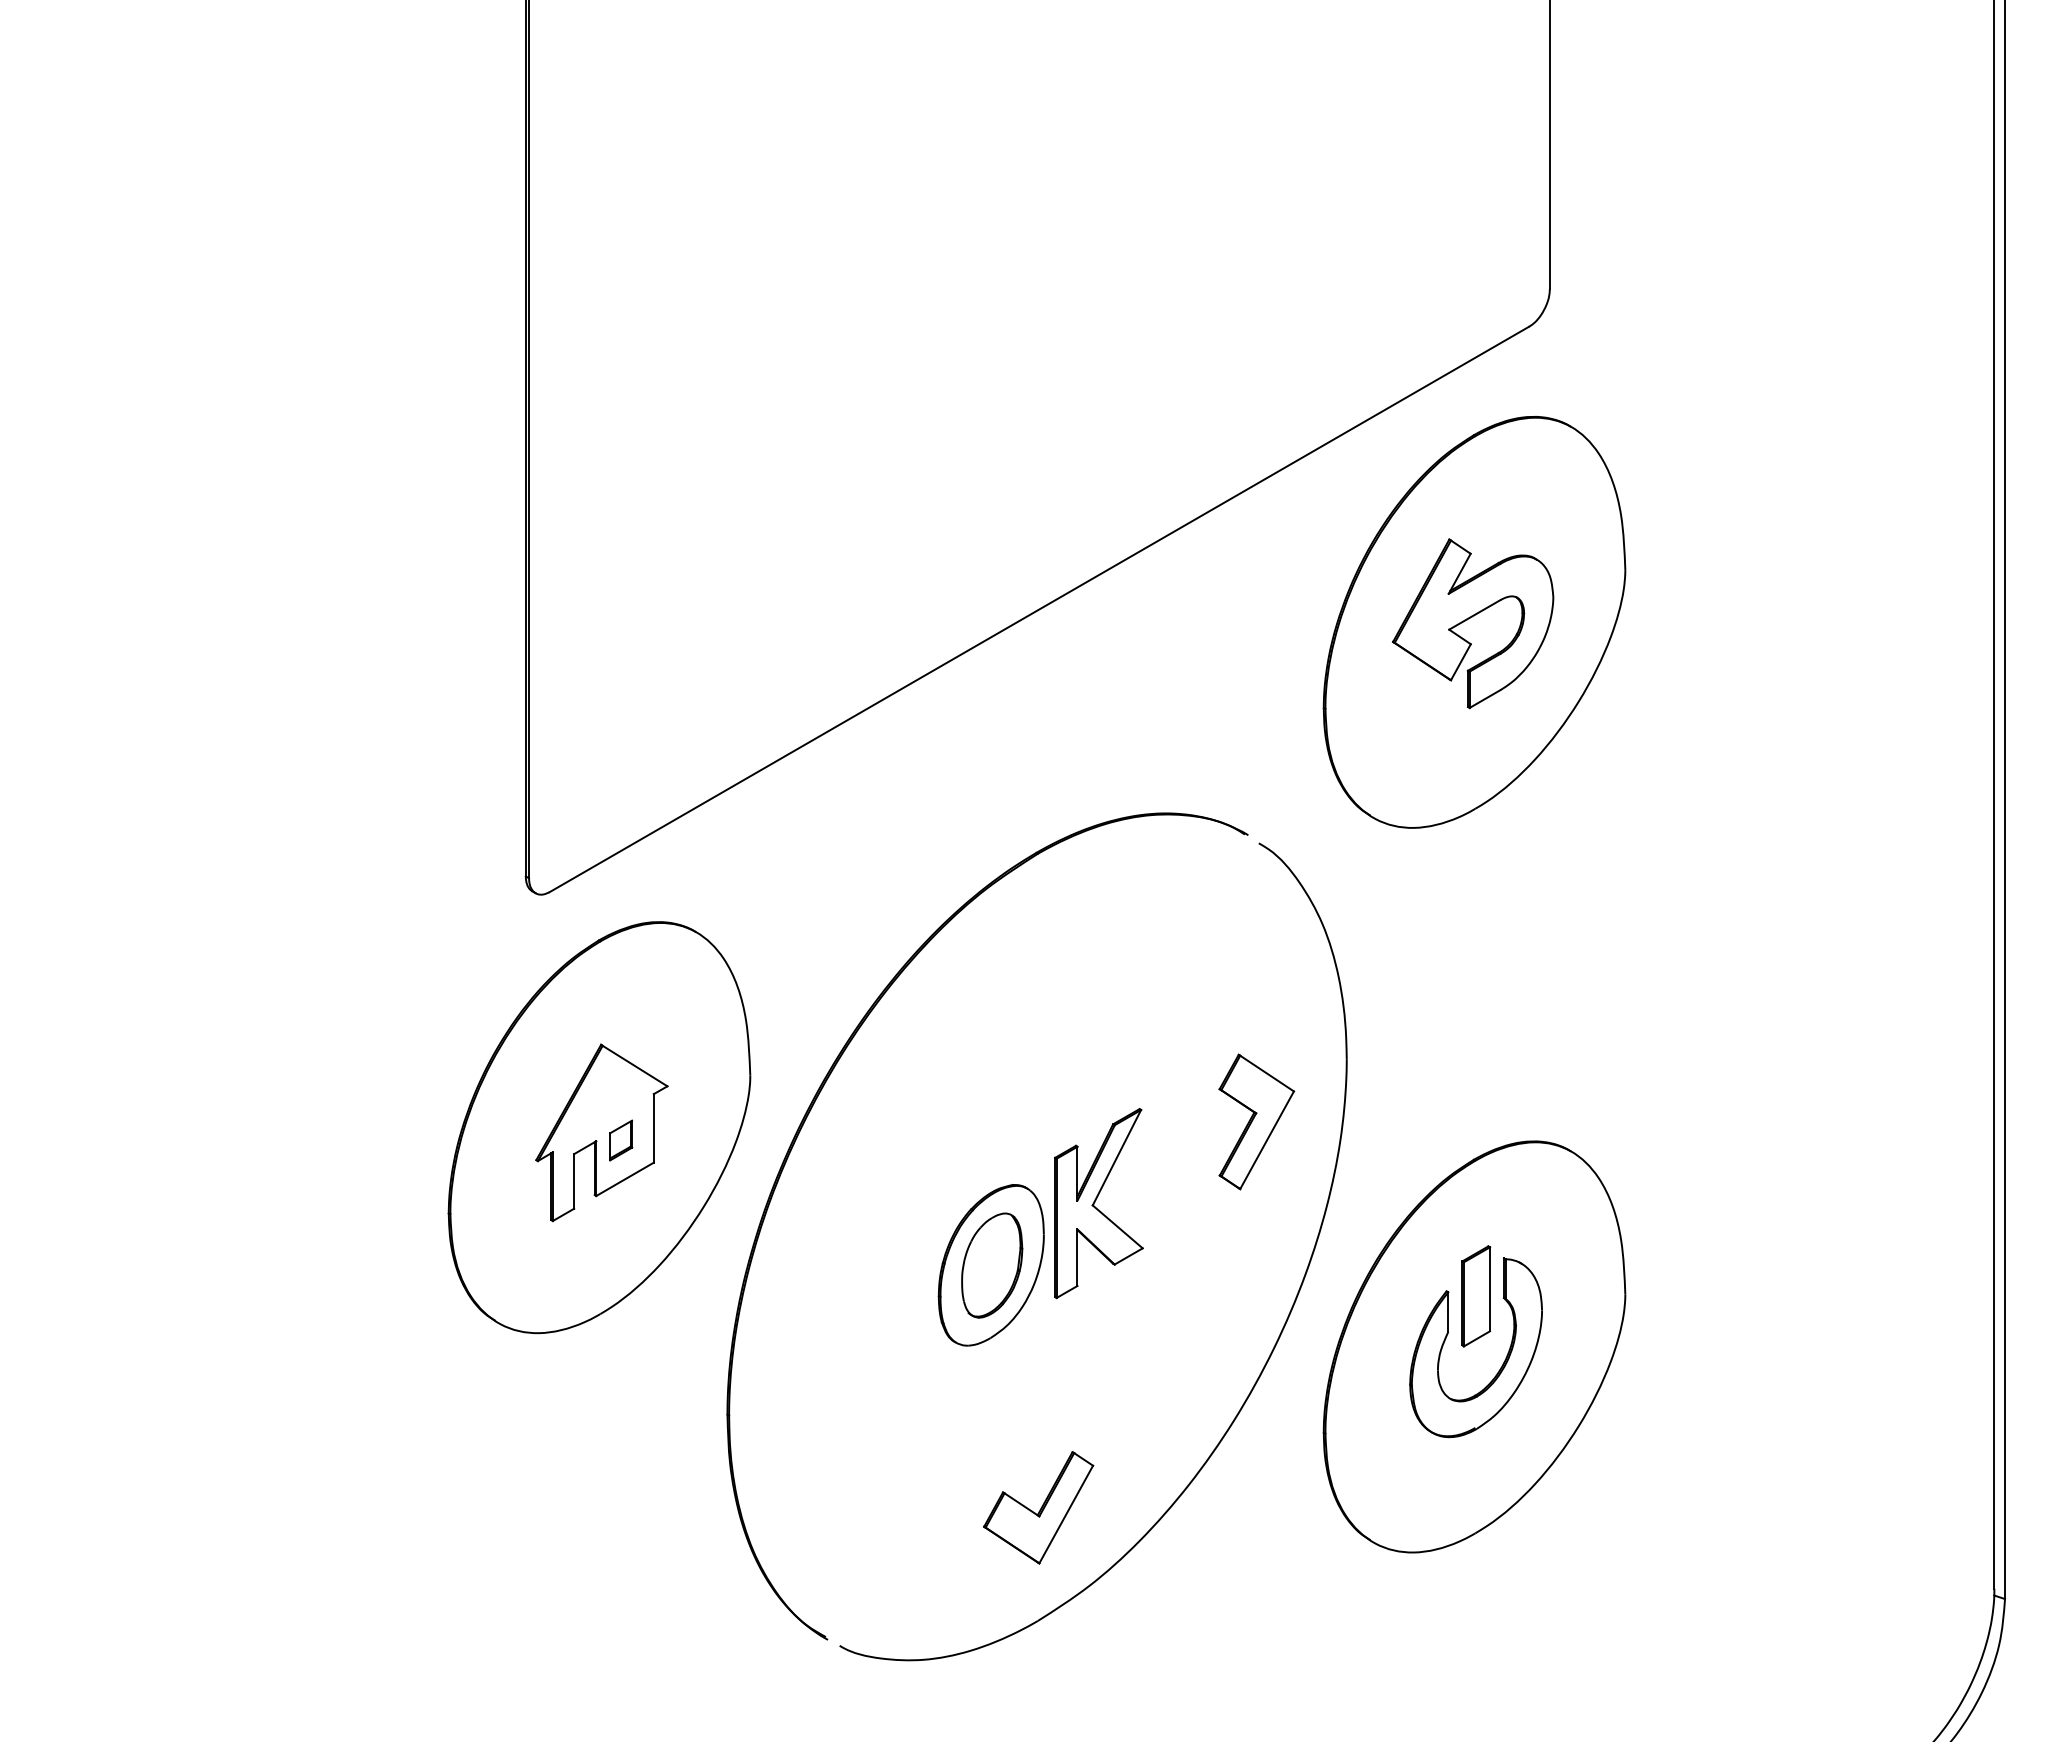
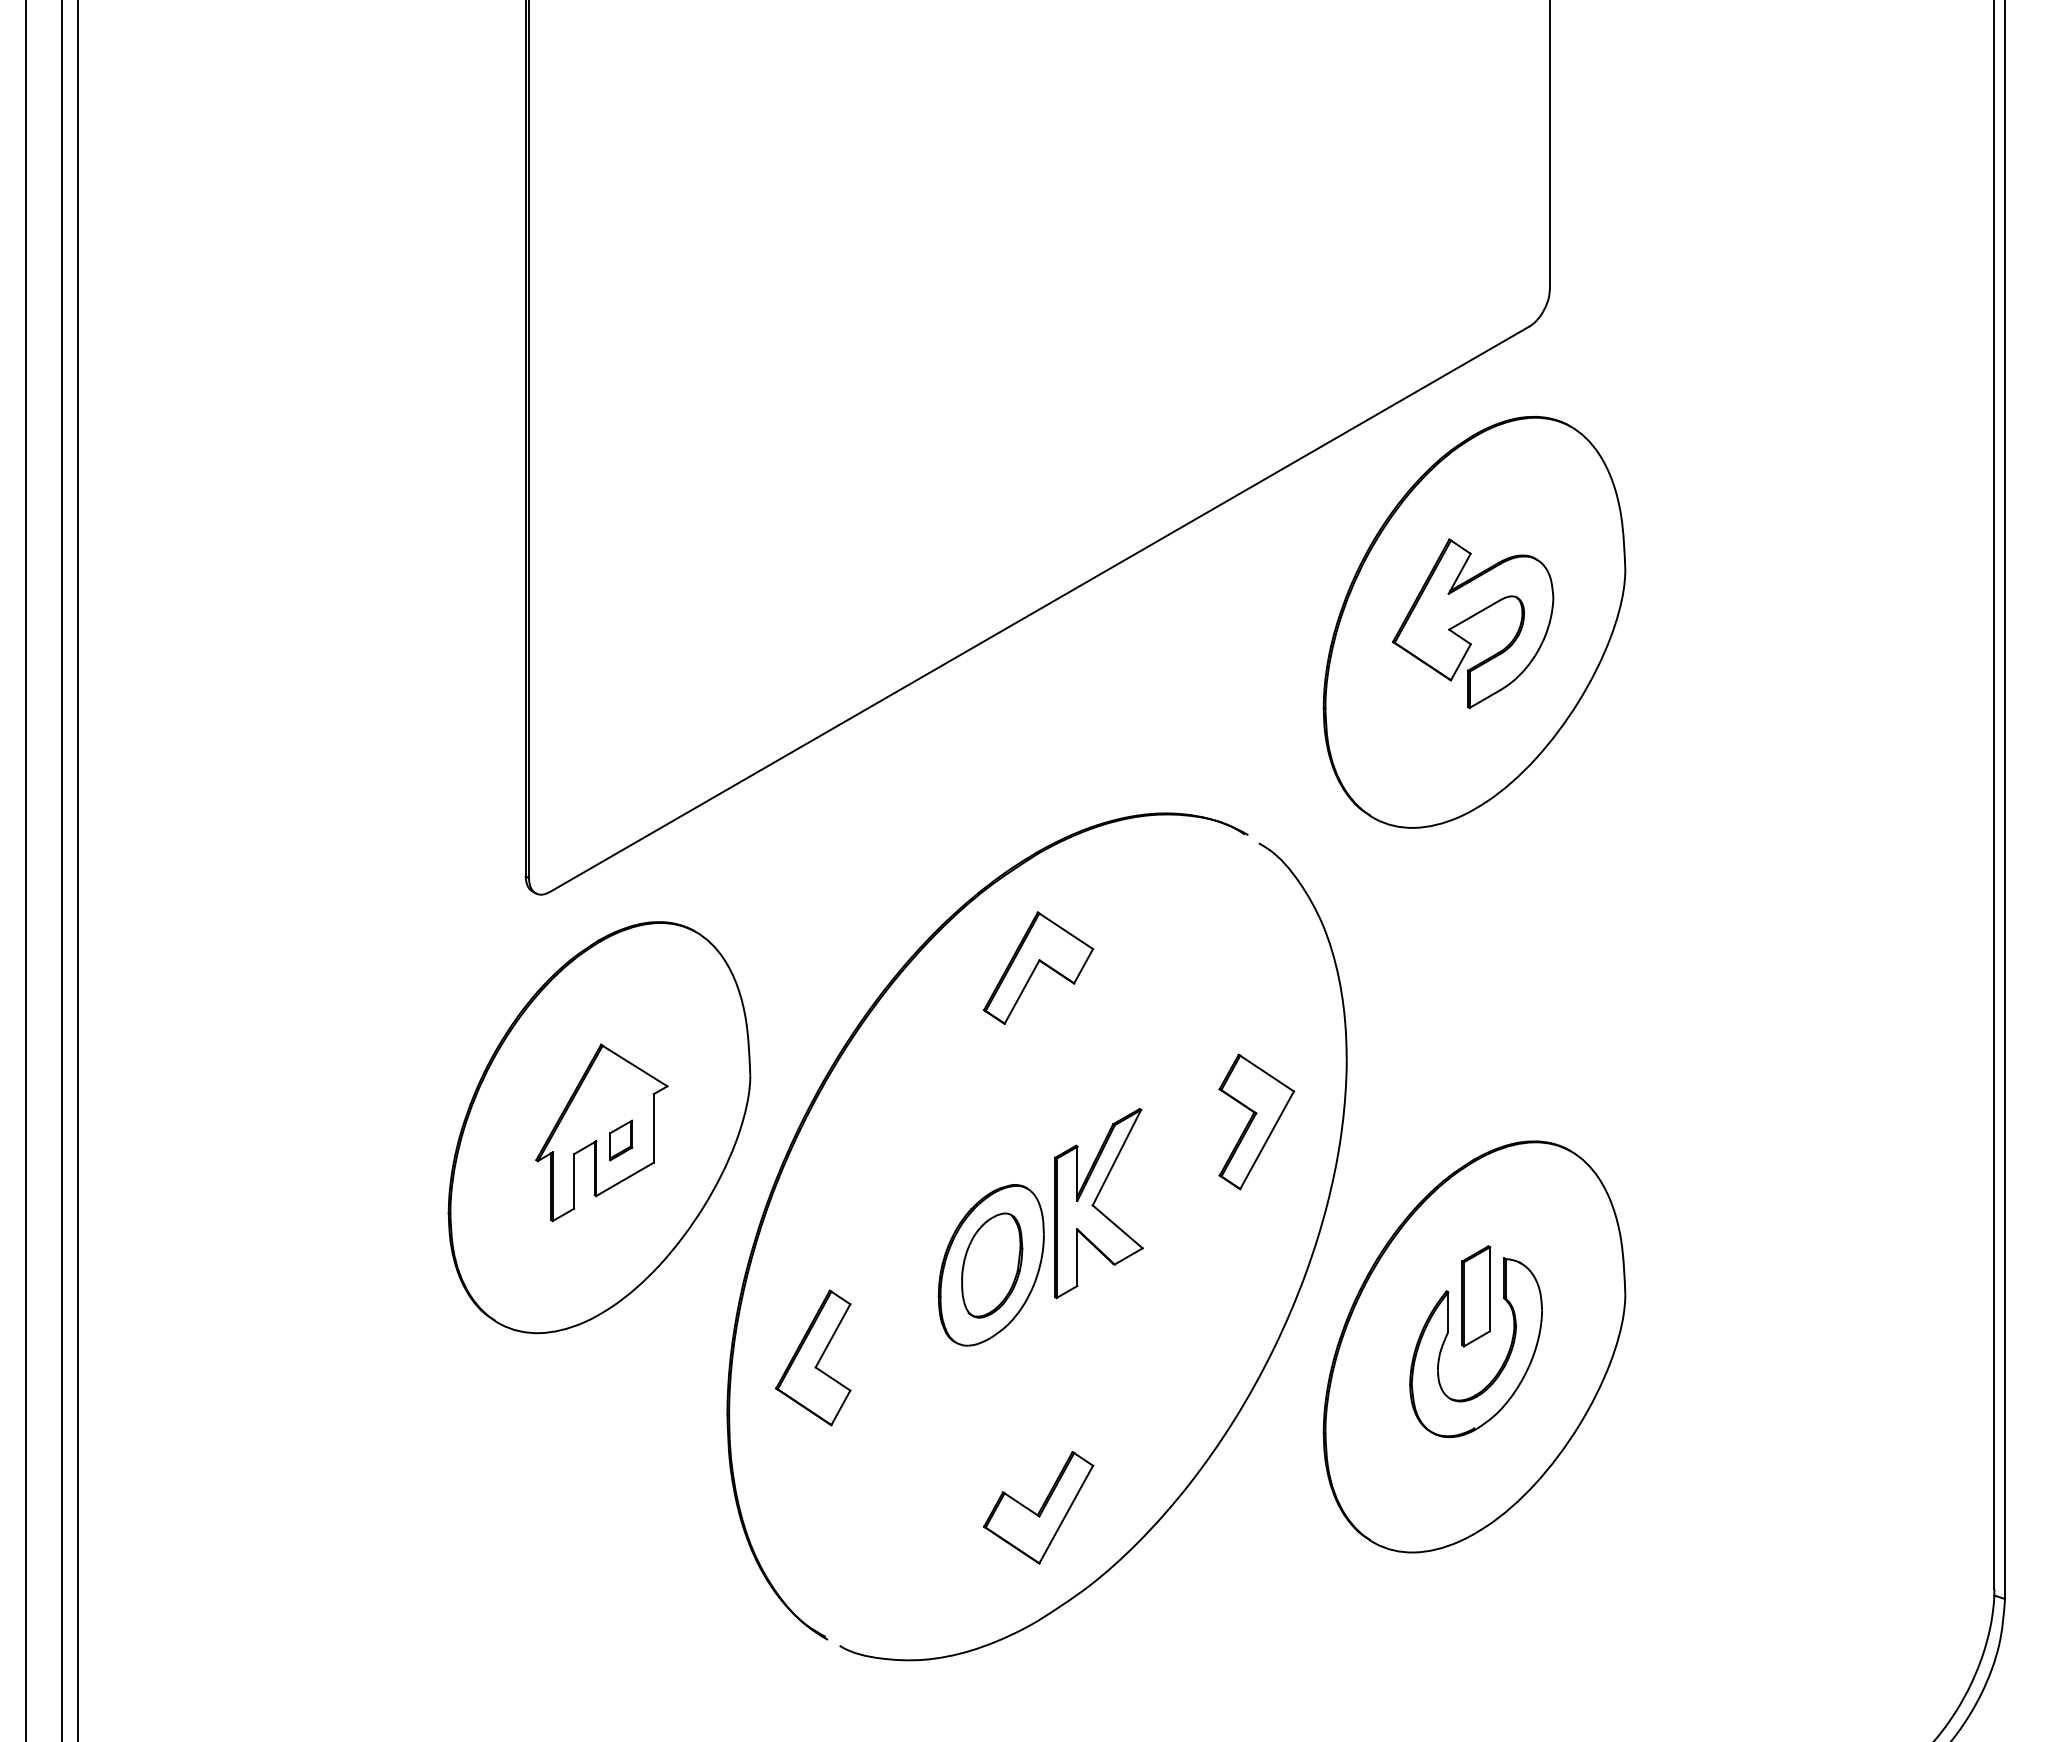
line at (25, 870): none -> present
line at (62, 870): none -> present
line at (78, 870): none -> present
part at (1038, 967): none -> present
part at (813, 1357): none -> present
